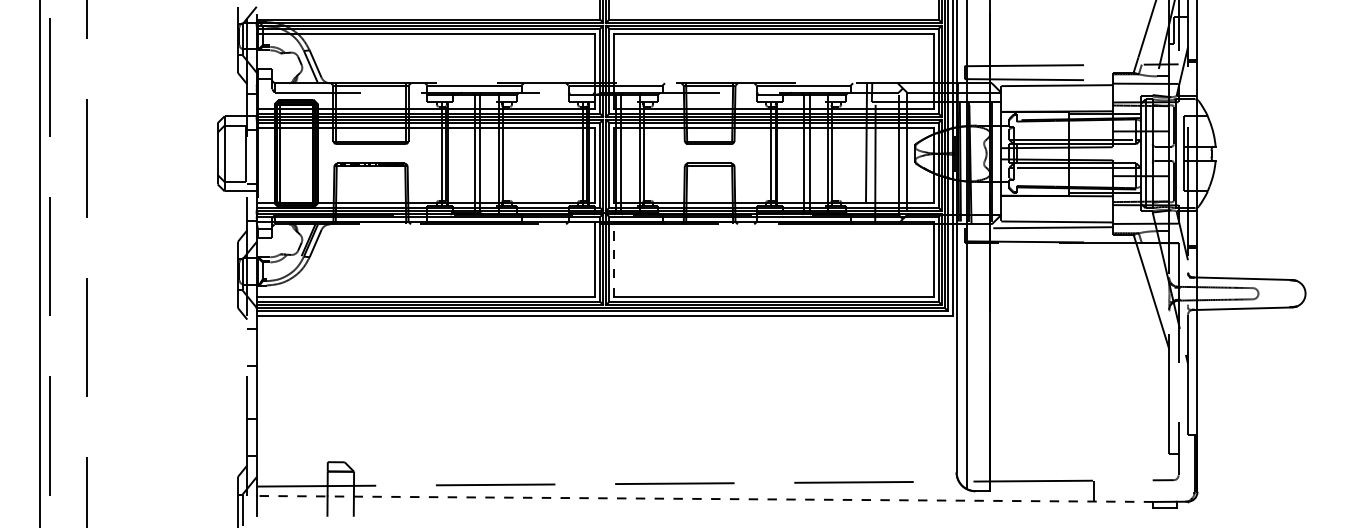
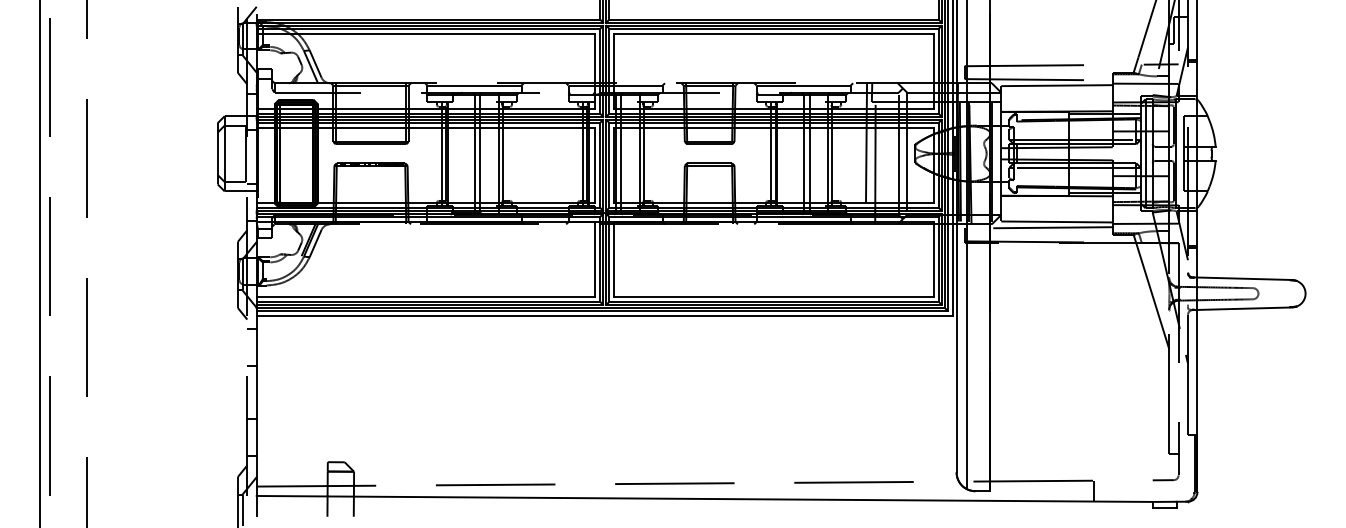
line at (614, 259): dashed -> solid
line at (704, 498): dashed -> solid
